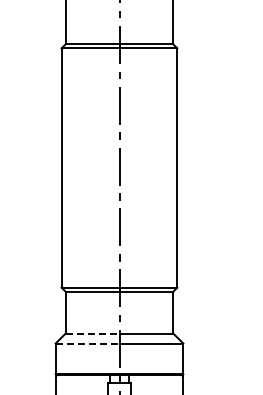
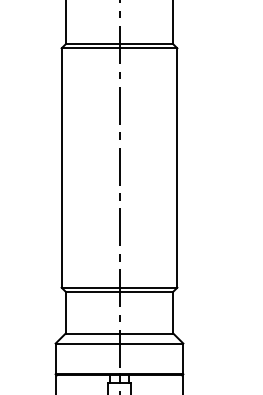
line at (92, 333): dashed -> solid
line at (87, 343): dashed -> solid
